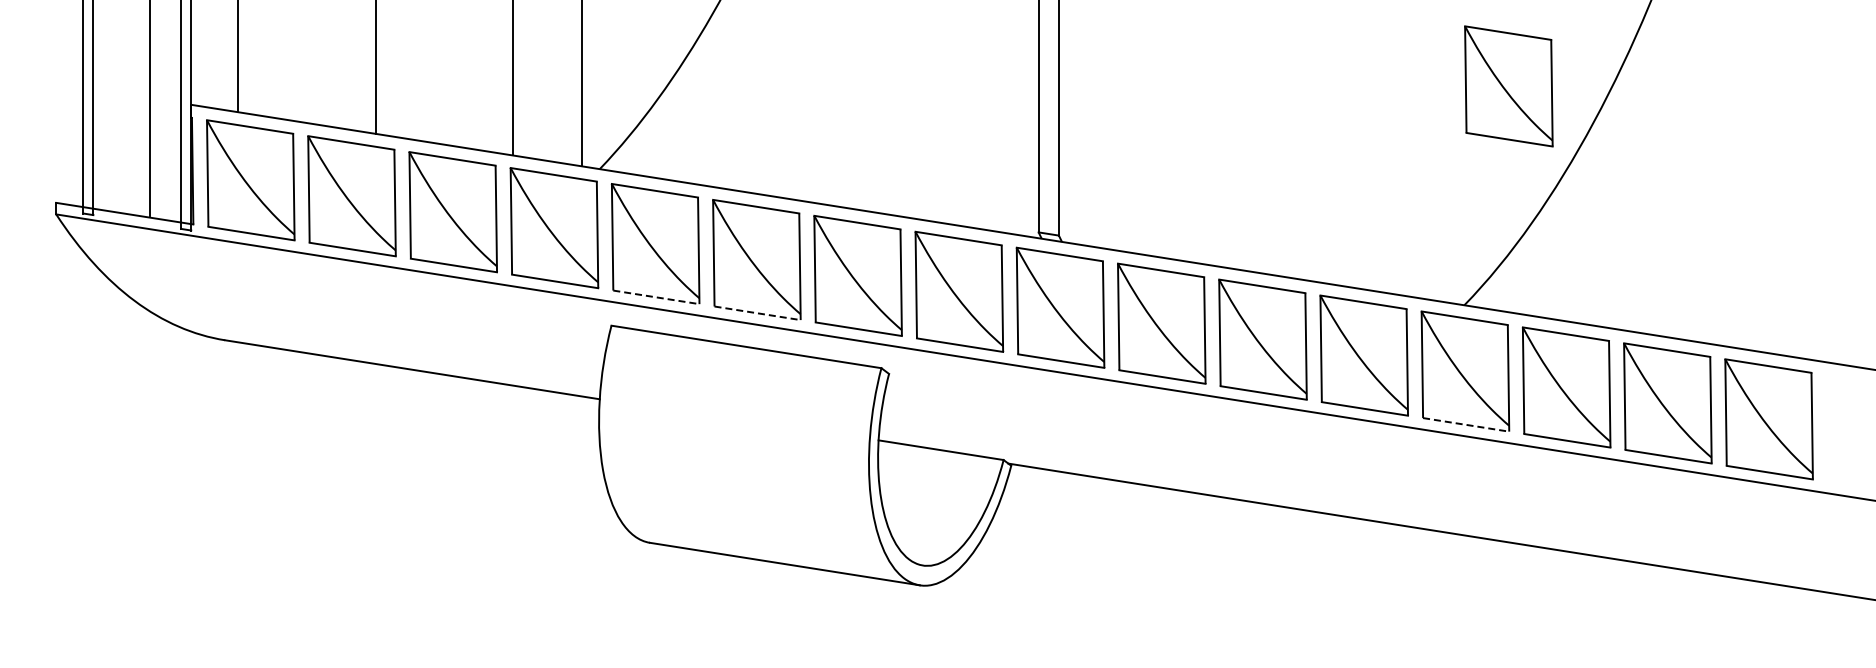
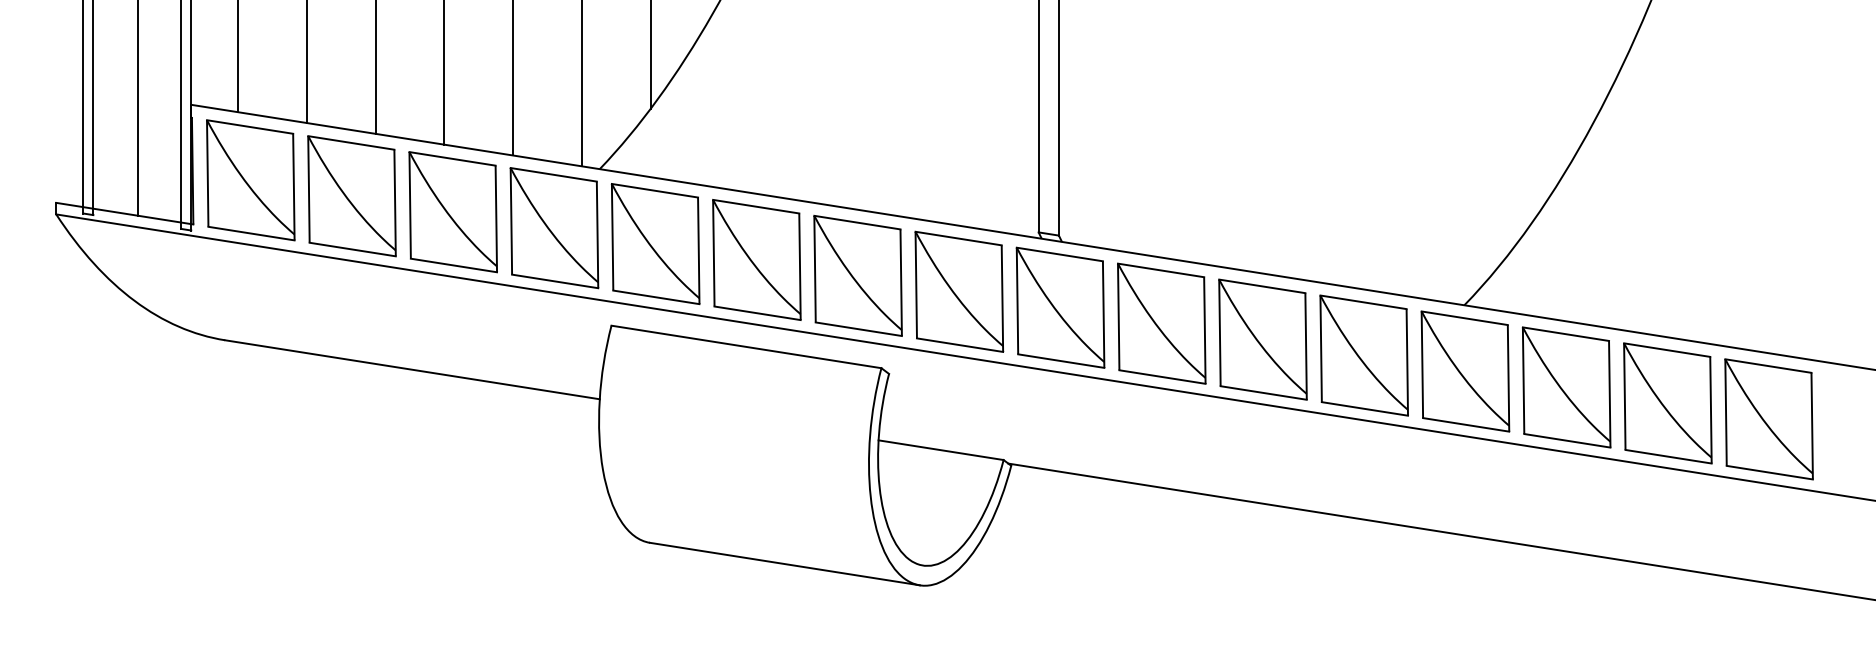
line at (650, 55): none -> present
line at (306, 62): none -> present
line at (444, 73): none -> present
part at (1508, 86): present -> none
line at (149, 108) position: (149, 108) -> (137, 108)
line at (656, 297): dashed -> solid
line at (757, 313): dashed -> solid
line at (1466, 424): dashed -> solid
